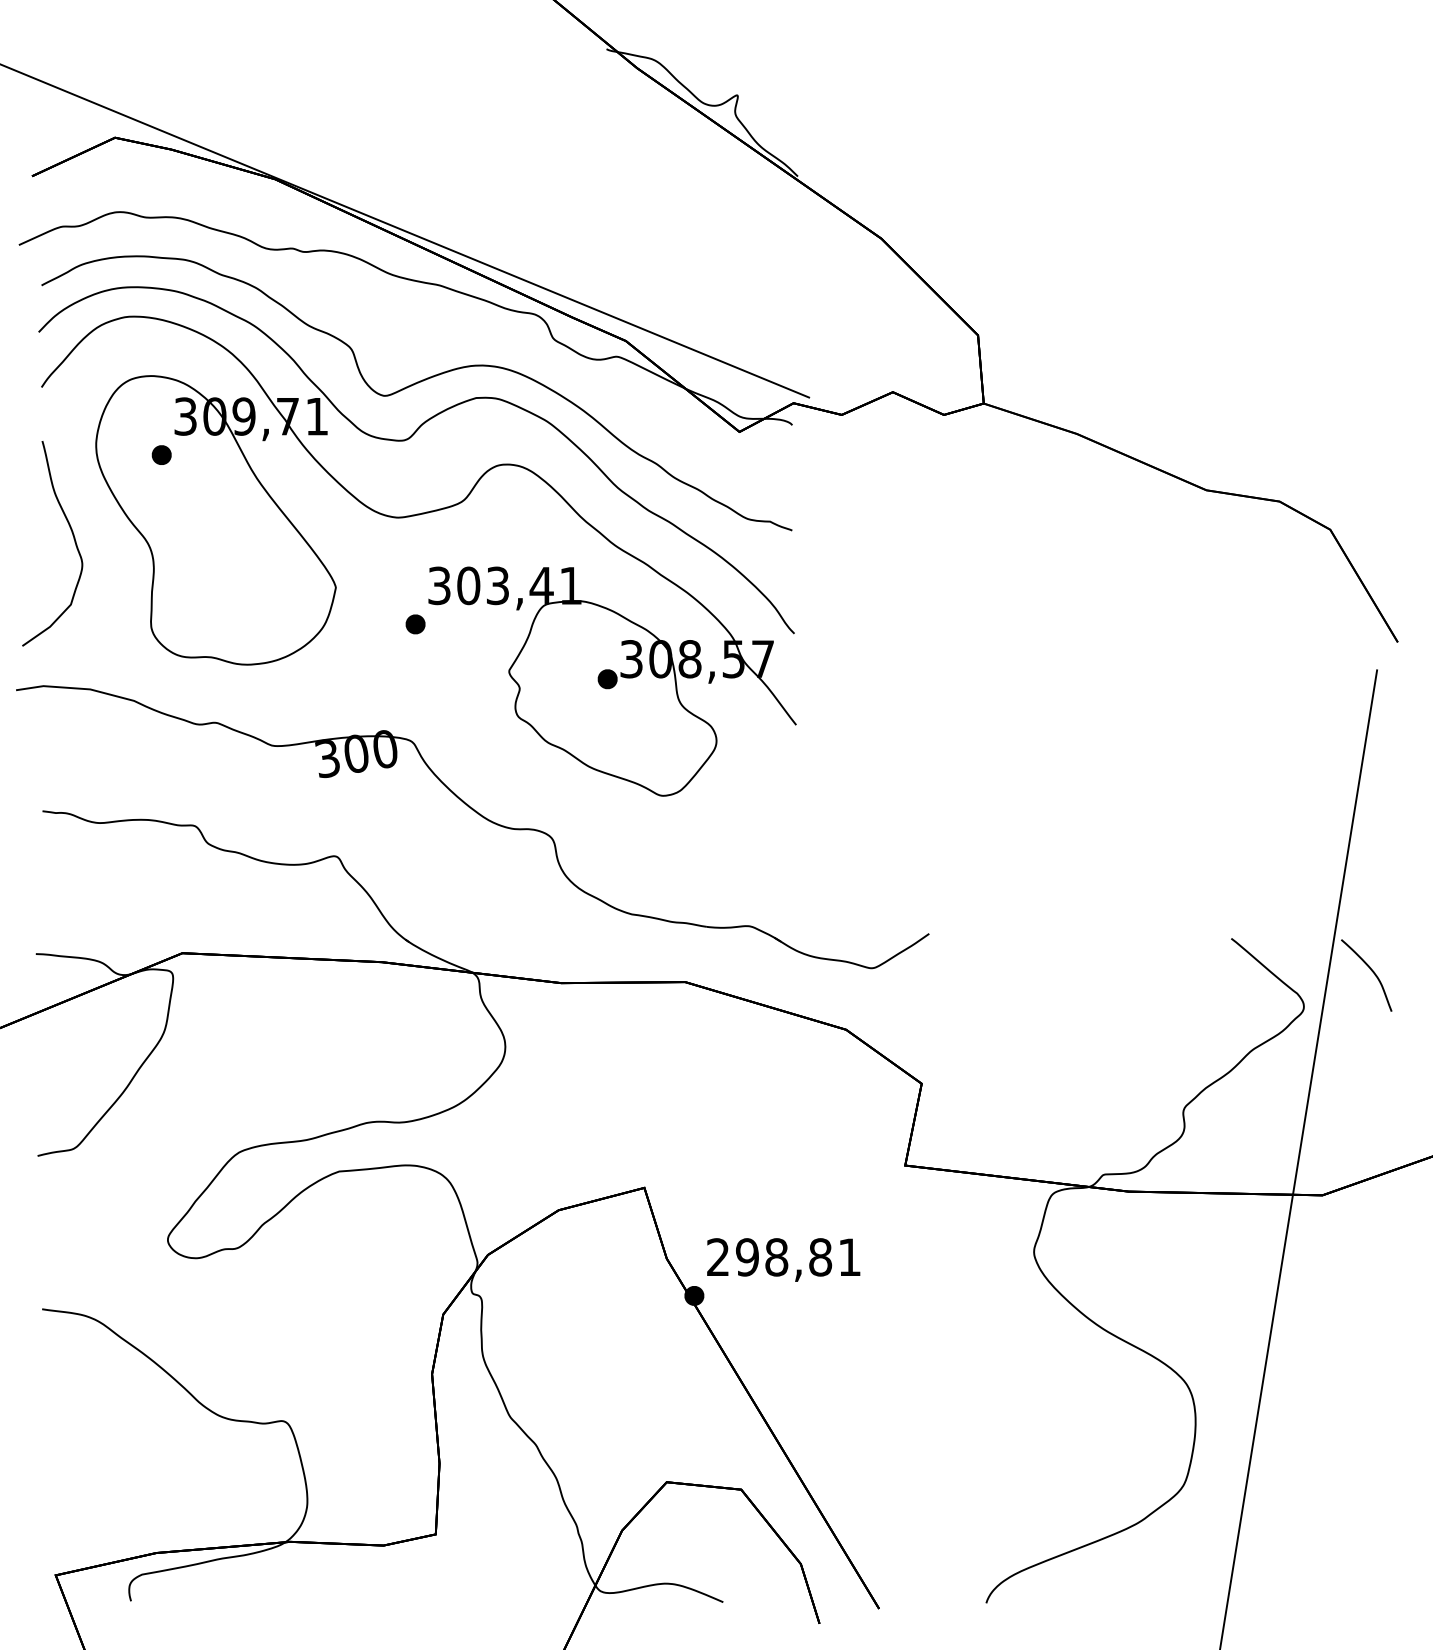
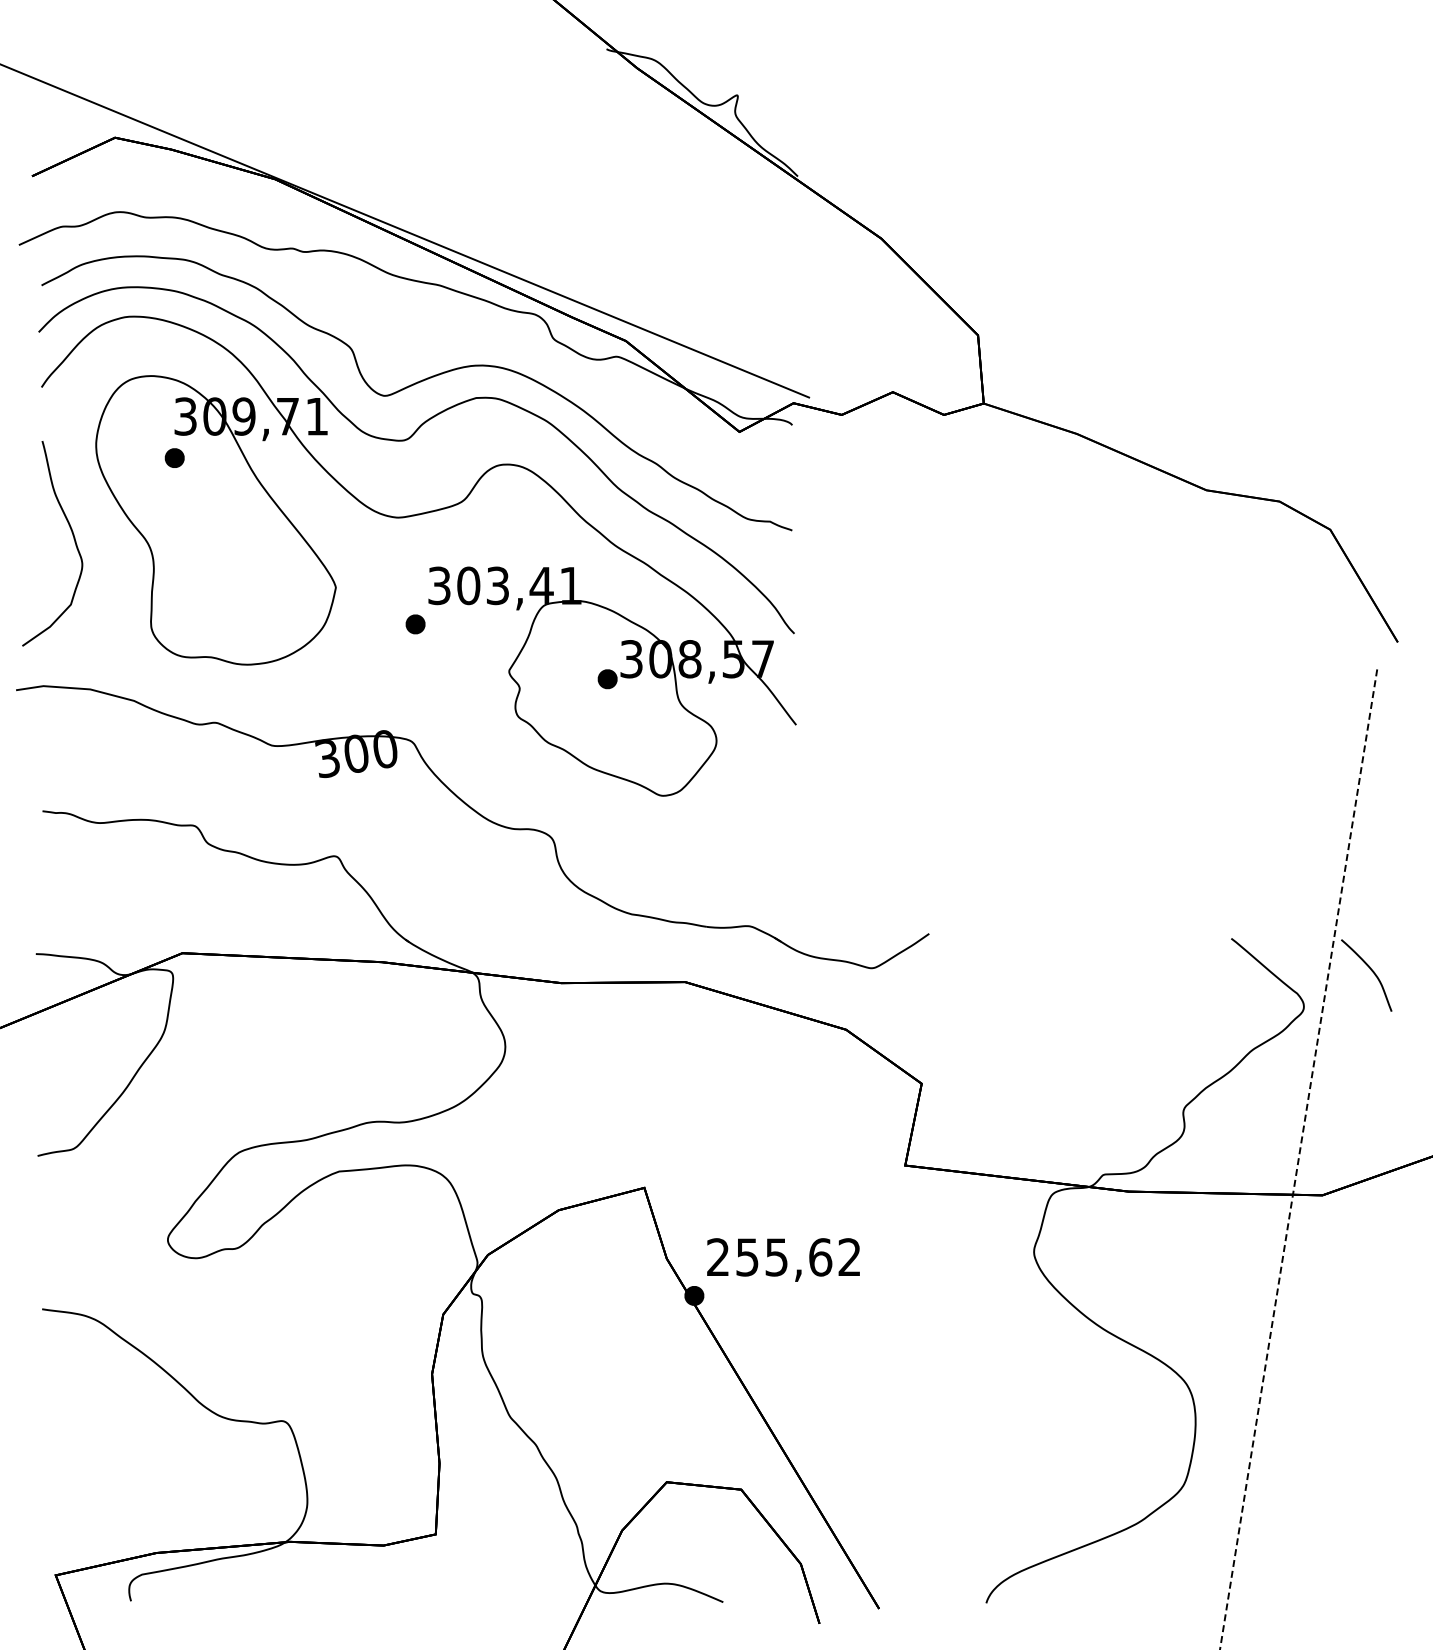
part at (161, 454) position: (161, 454) -> (174, 457)
line at (1298, 1159): solid -> dashed
text at (798, 1257): 298,81 -> 255,62
